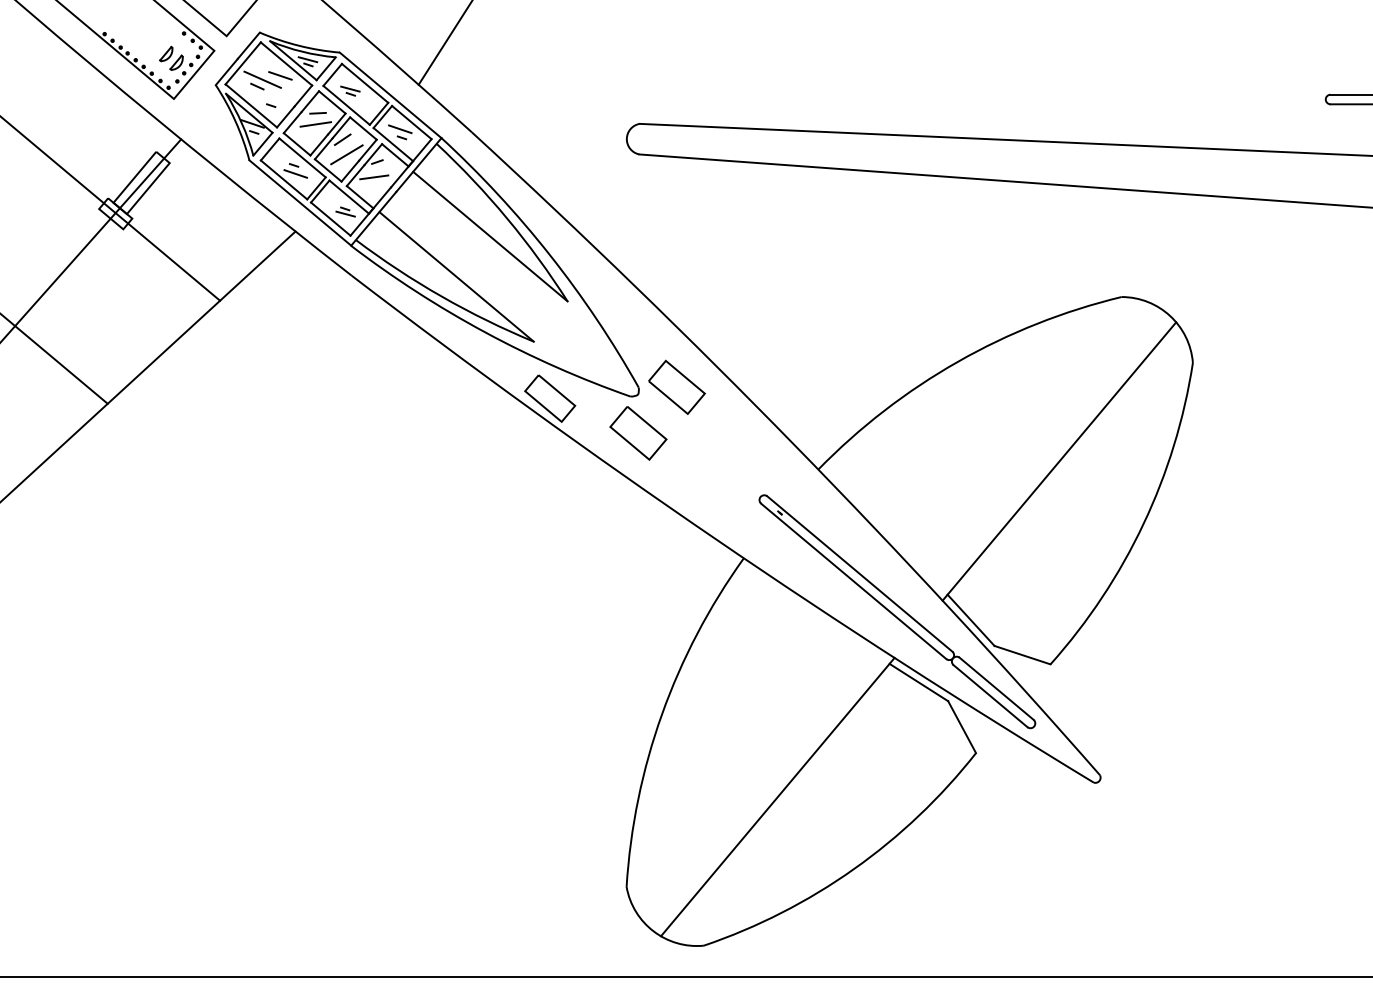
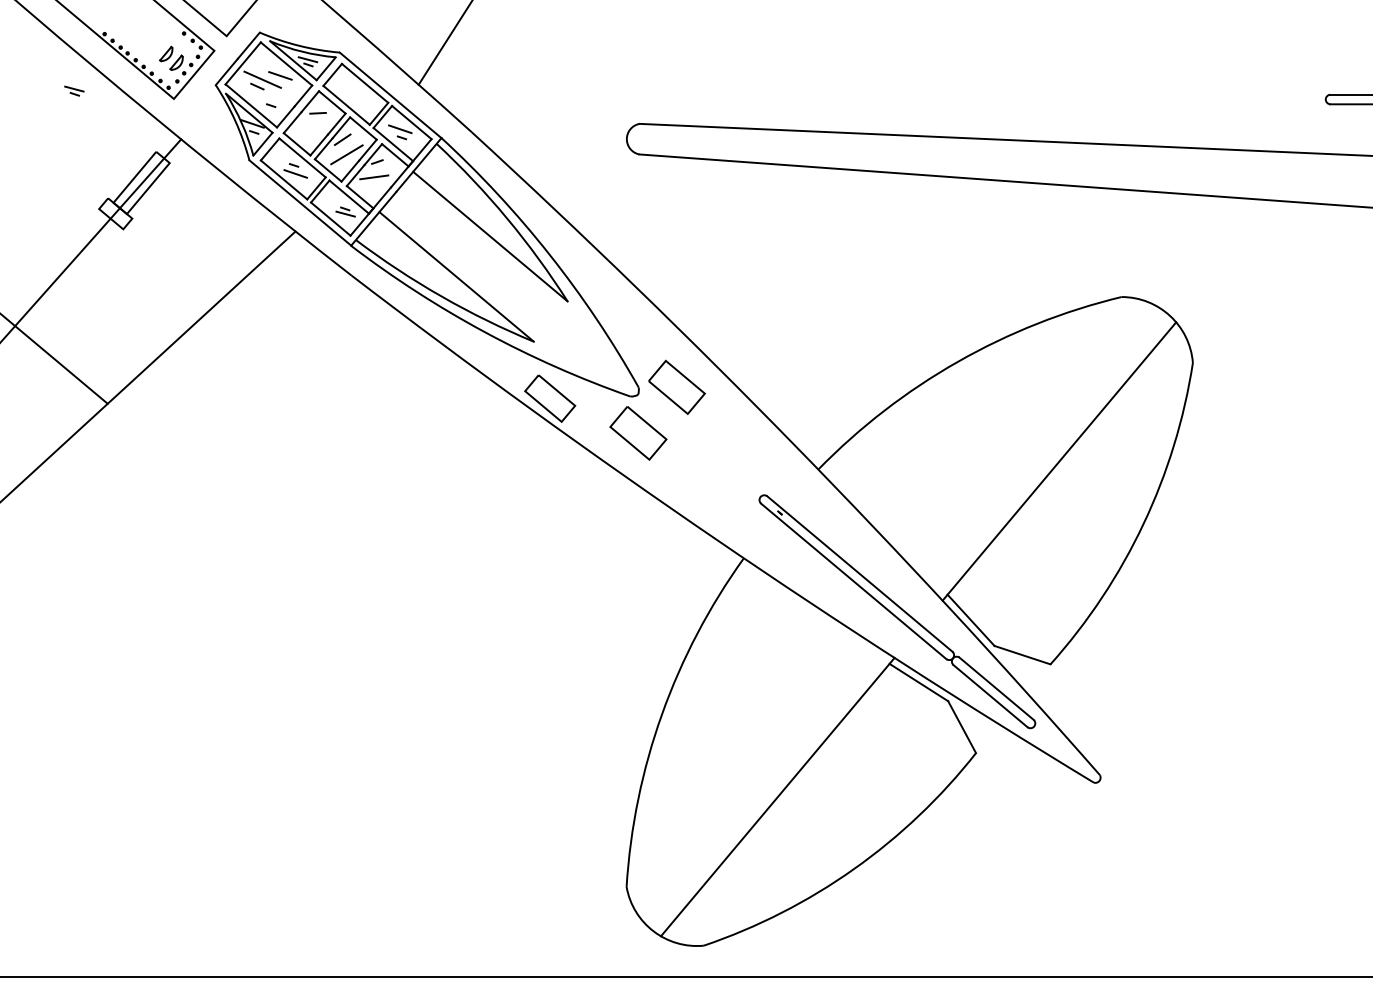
part at (350, 90) position: (350, 90) -> (74, 90)
line at (315, 124): present -> none
line at (111, 208): present -> none
